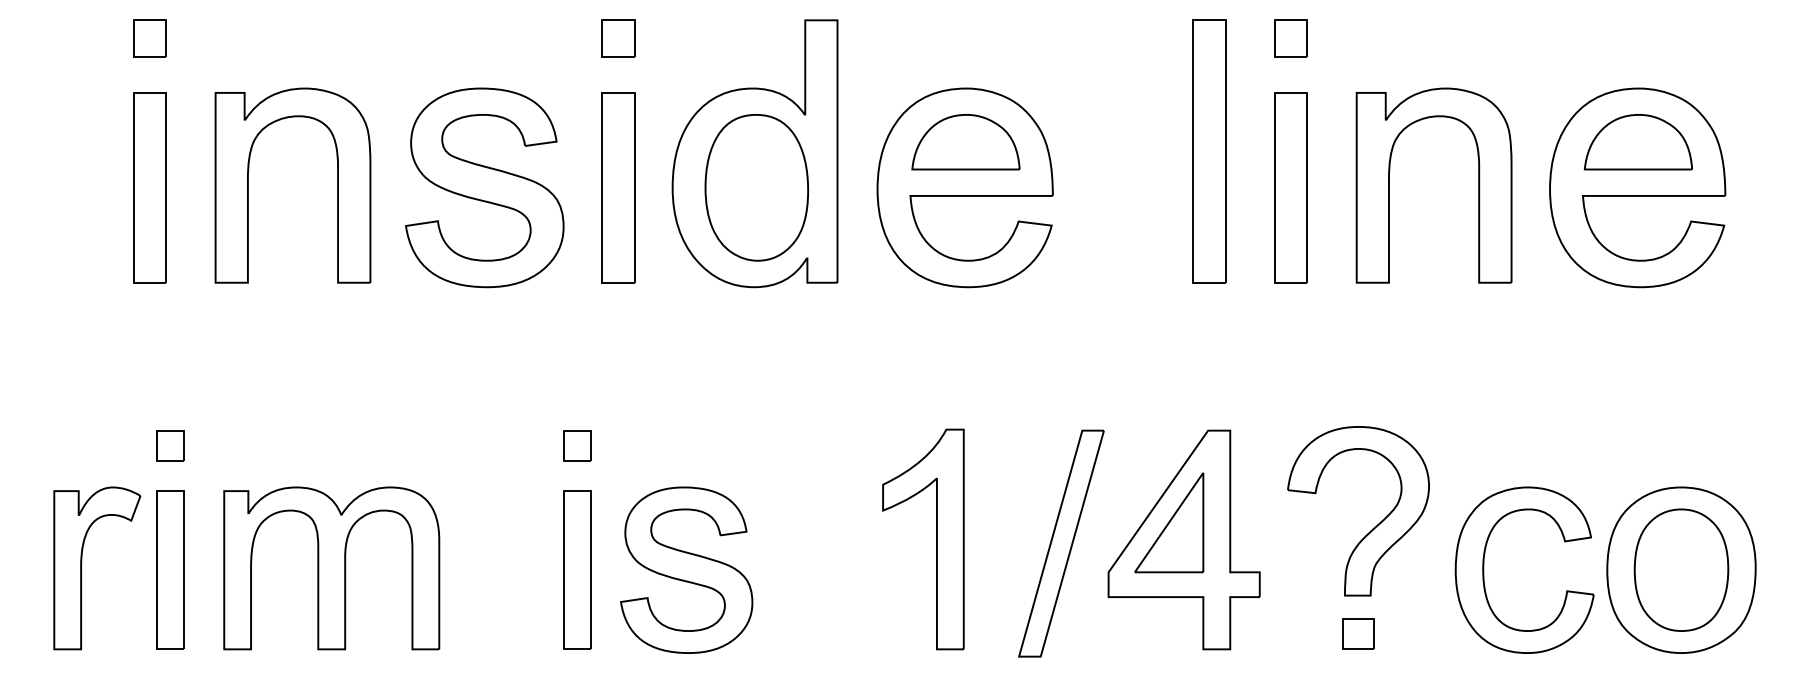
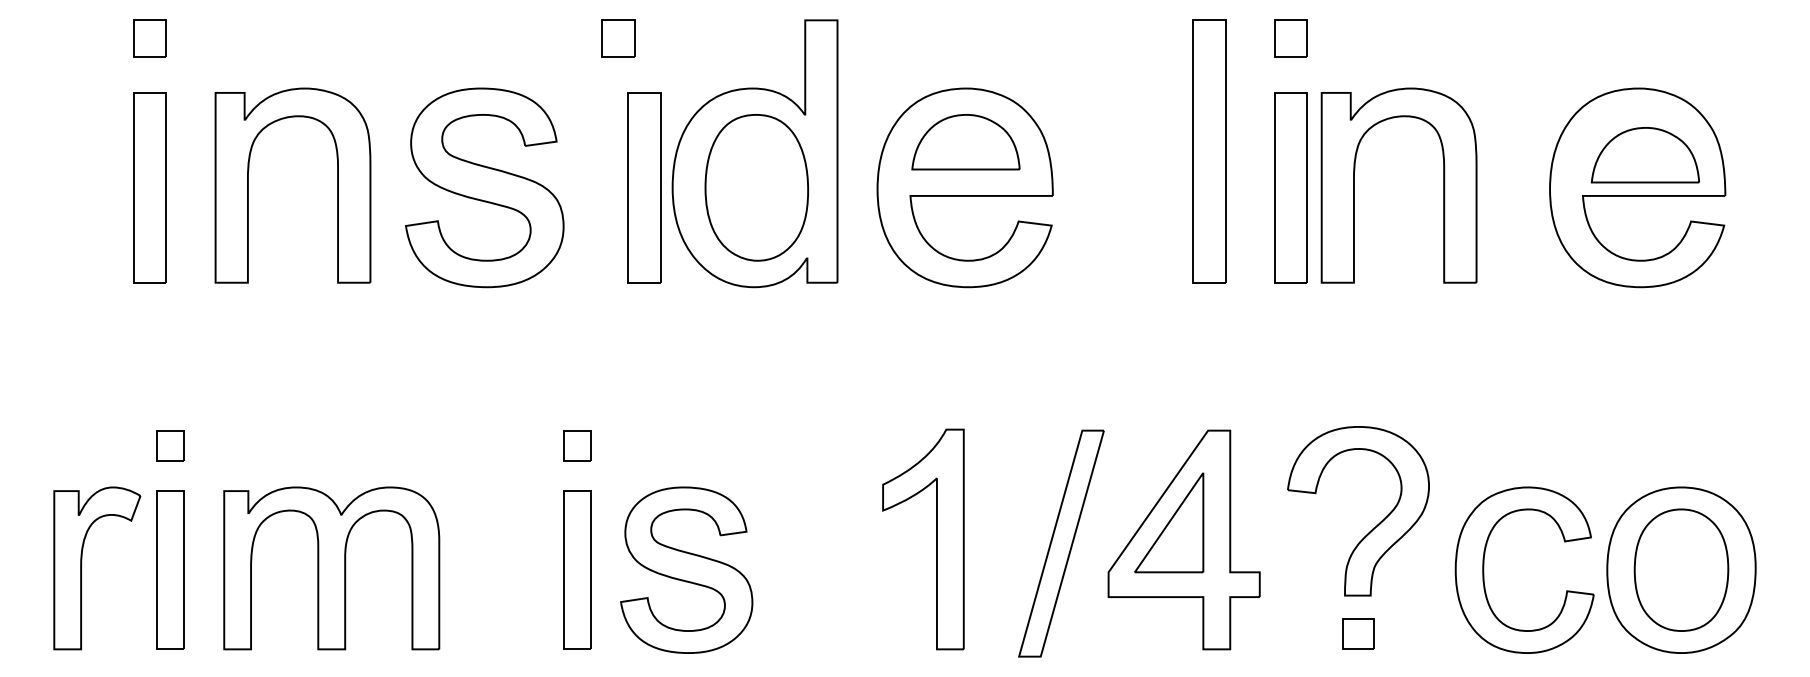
part at (1637, 142) position: (1637, 142) -> (1644, 155)
part at (1389, 185) position: (1389, 185) -> (1354, 185)
part at (618, 187) position: (618, 187) -> (644, 187)
